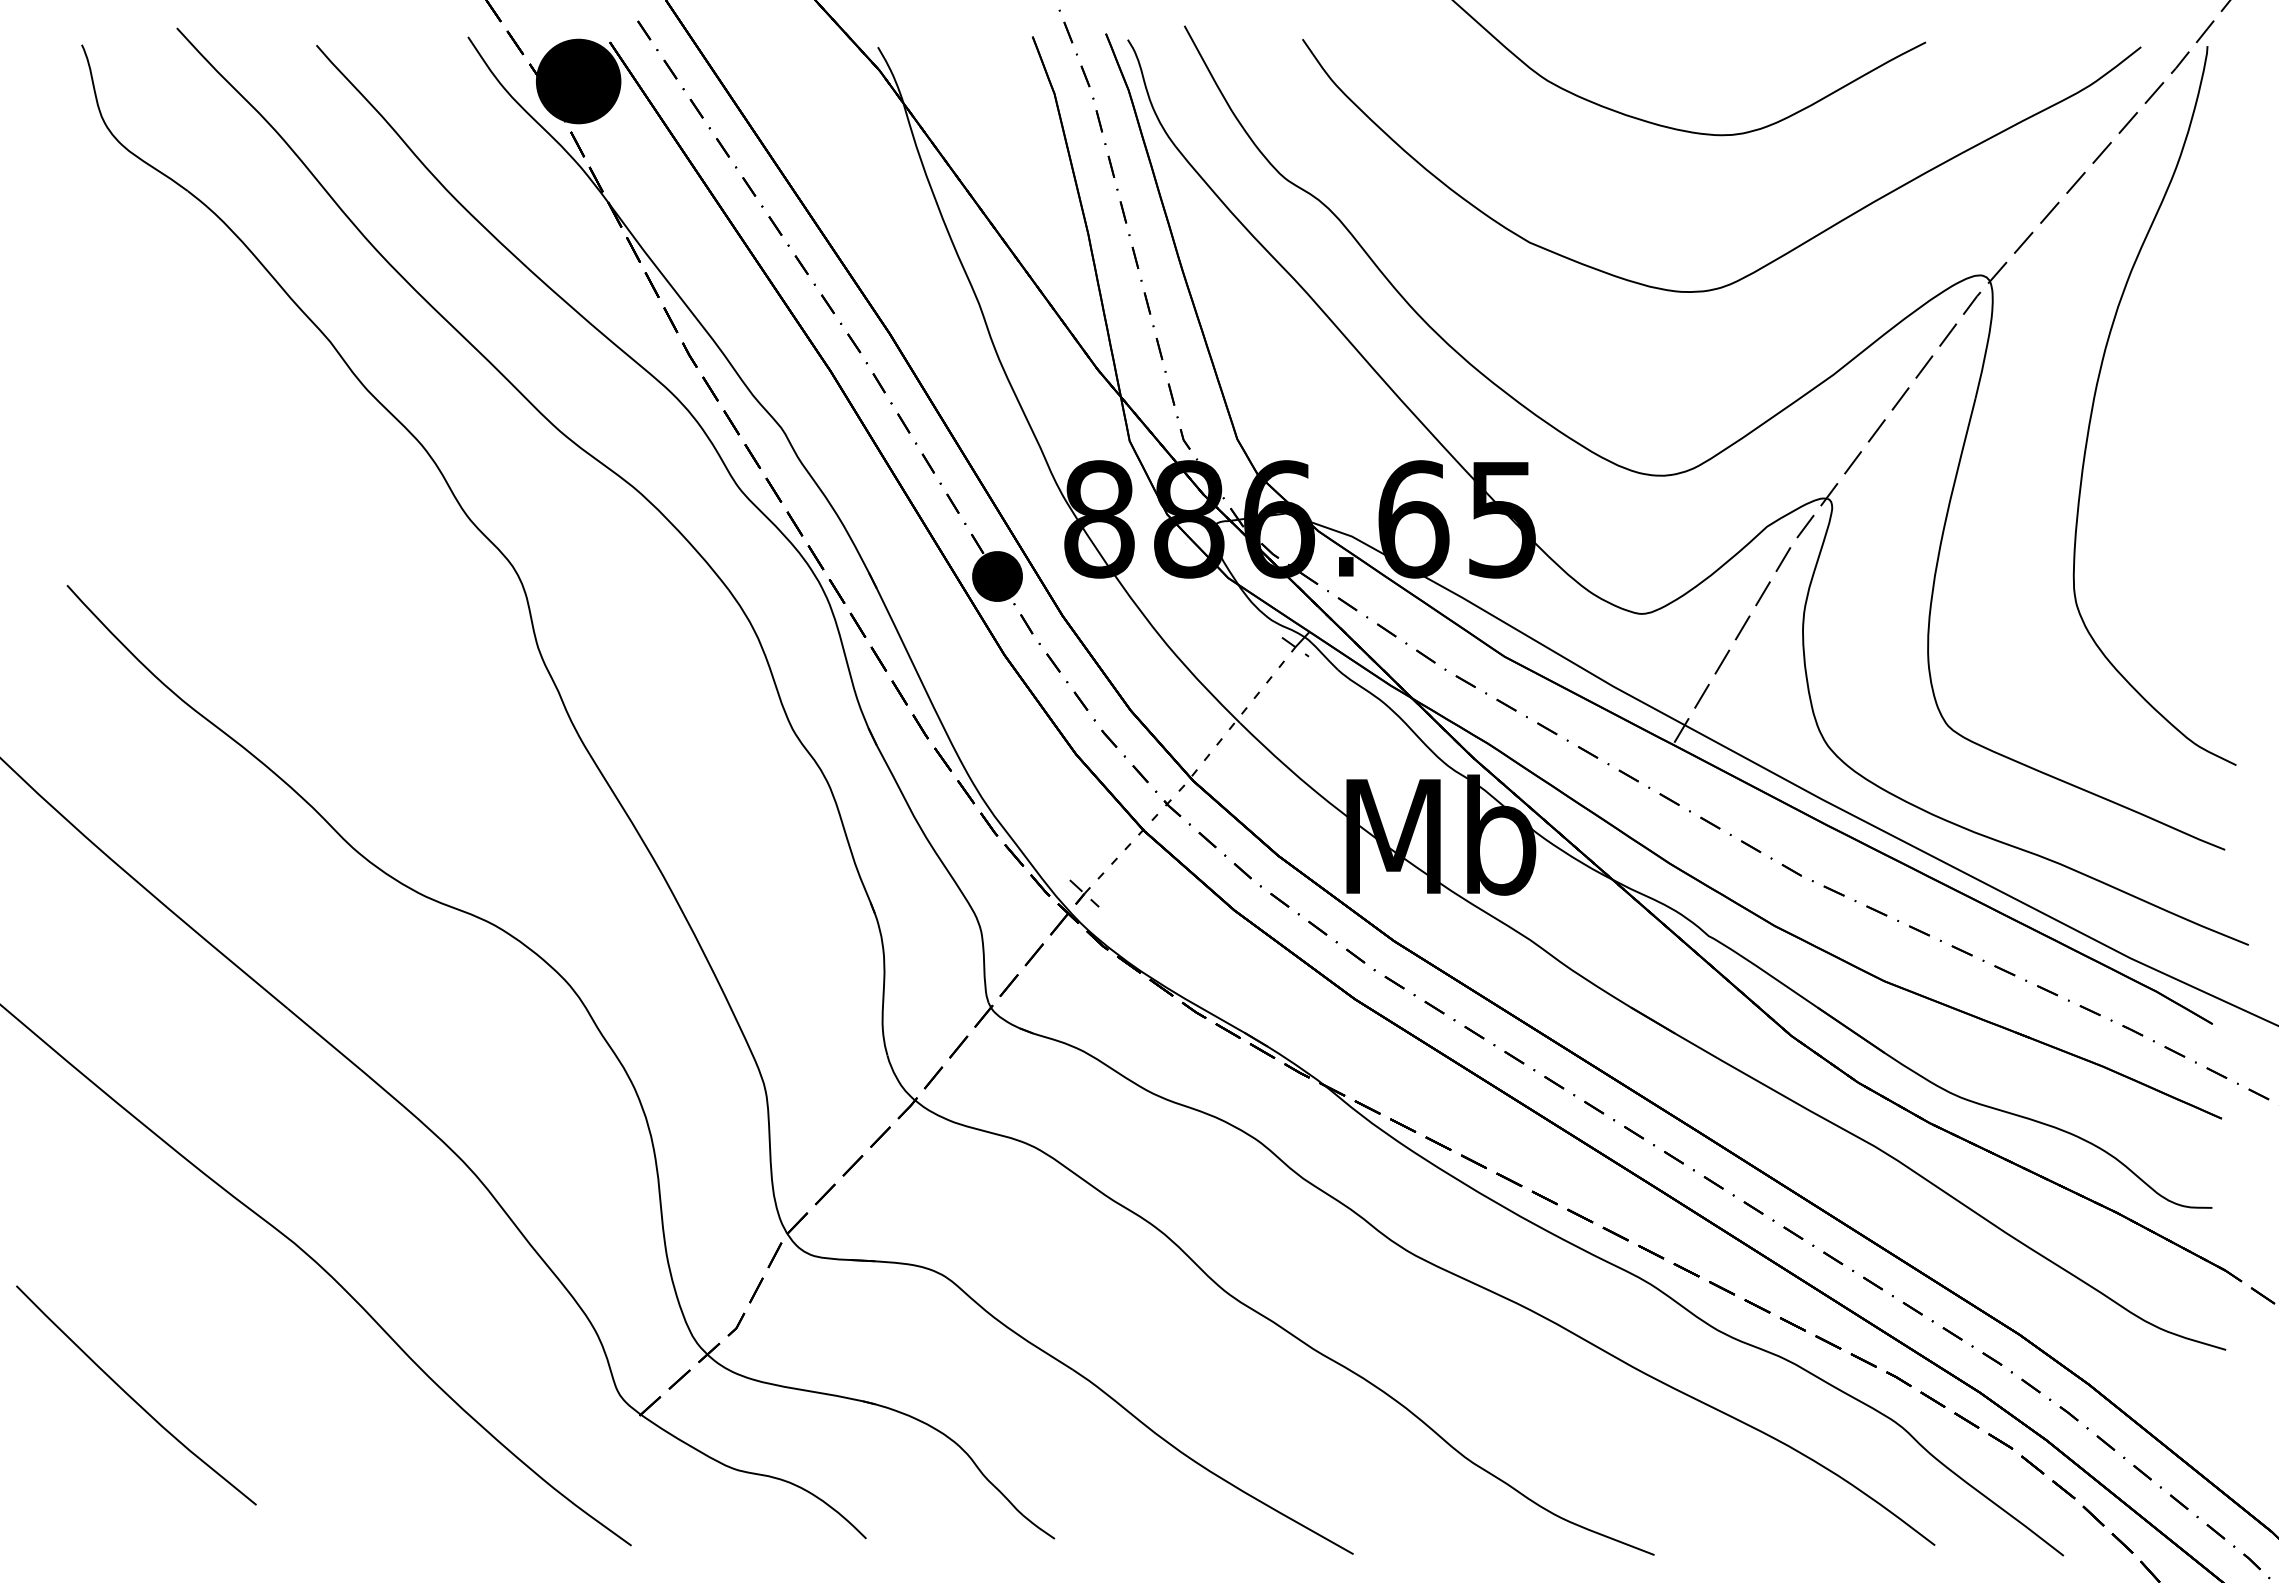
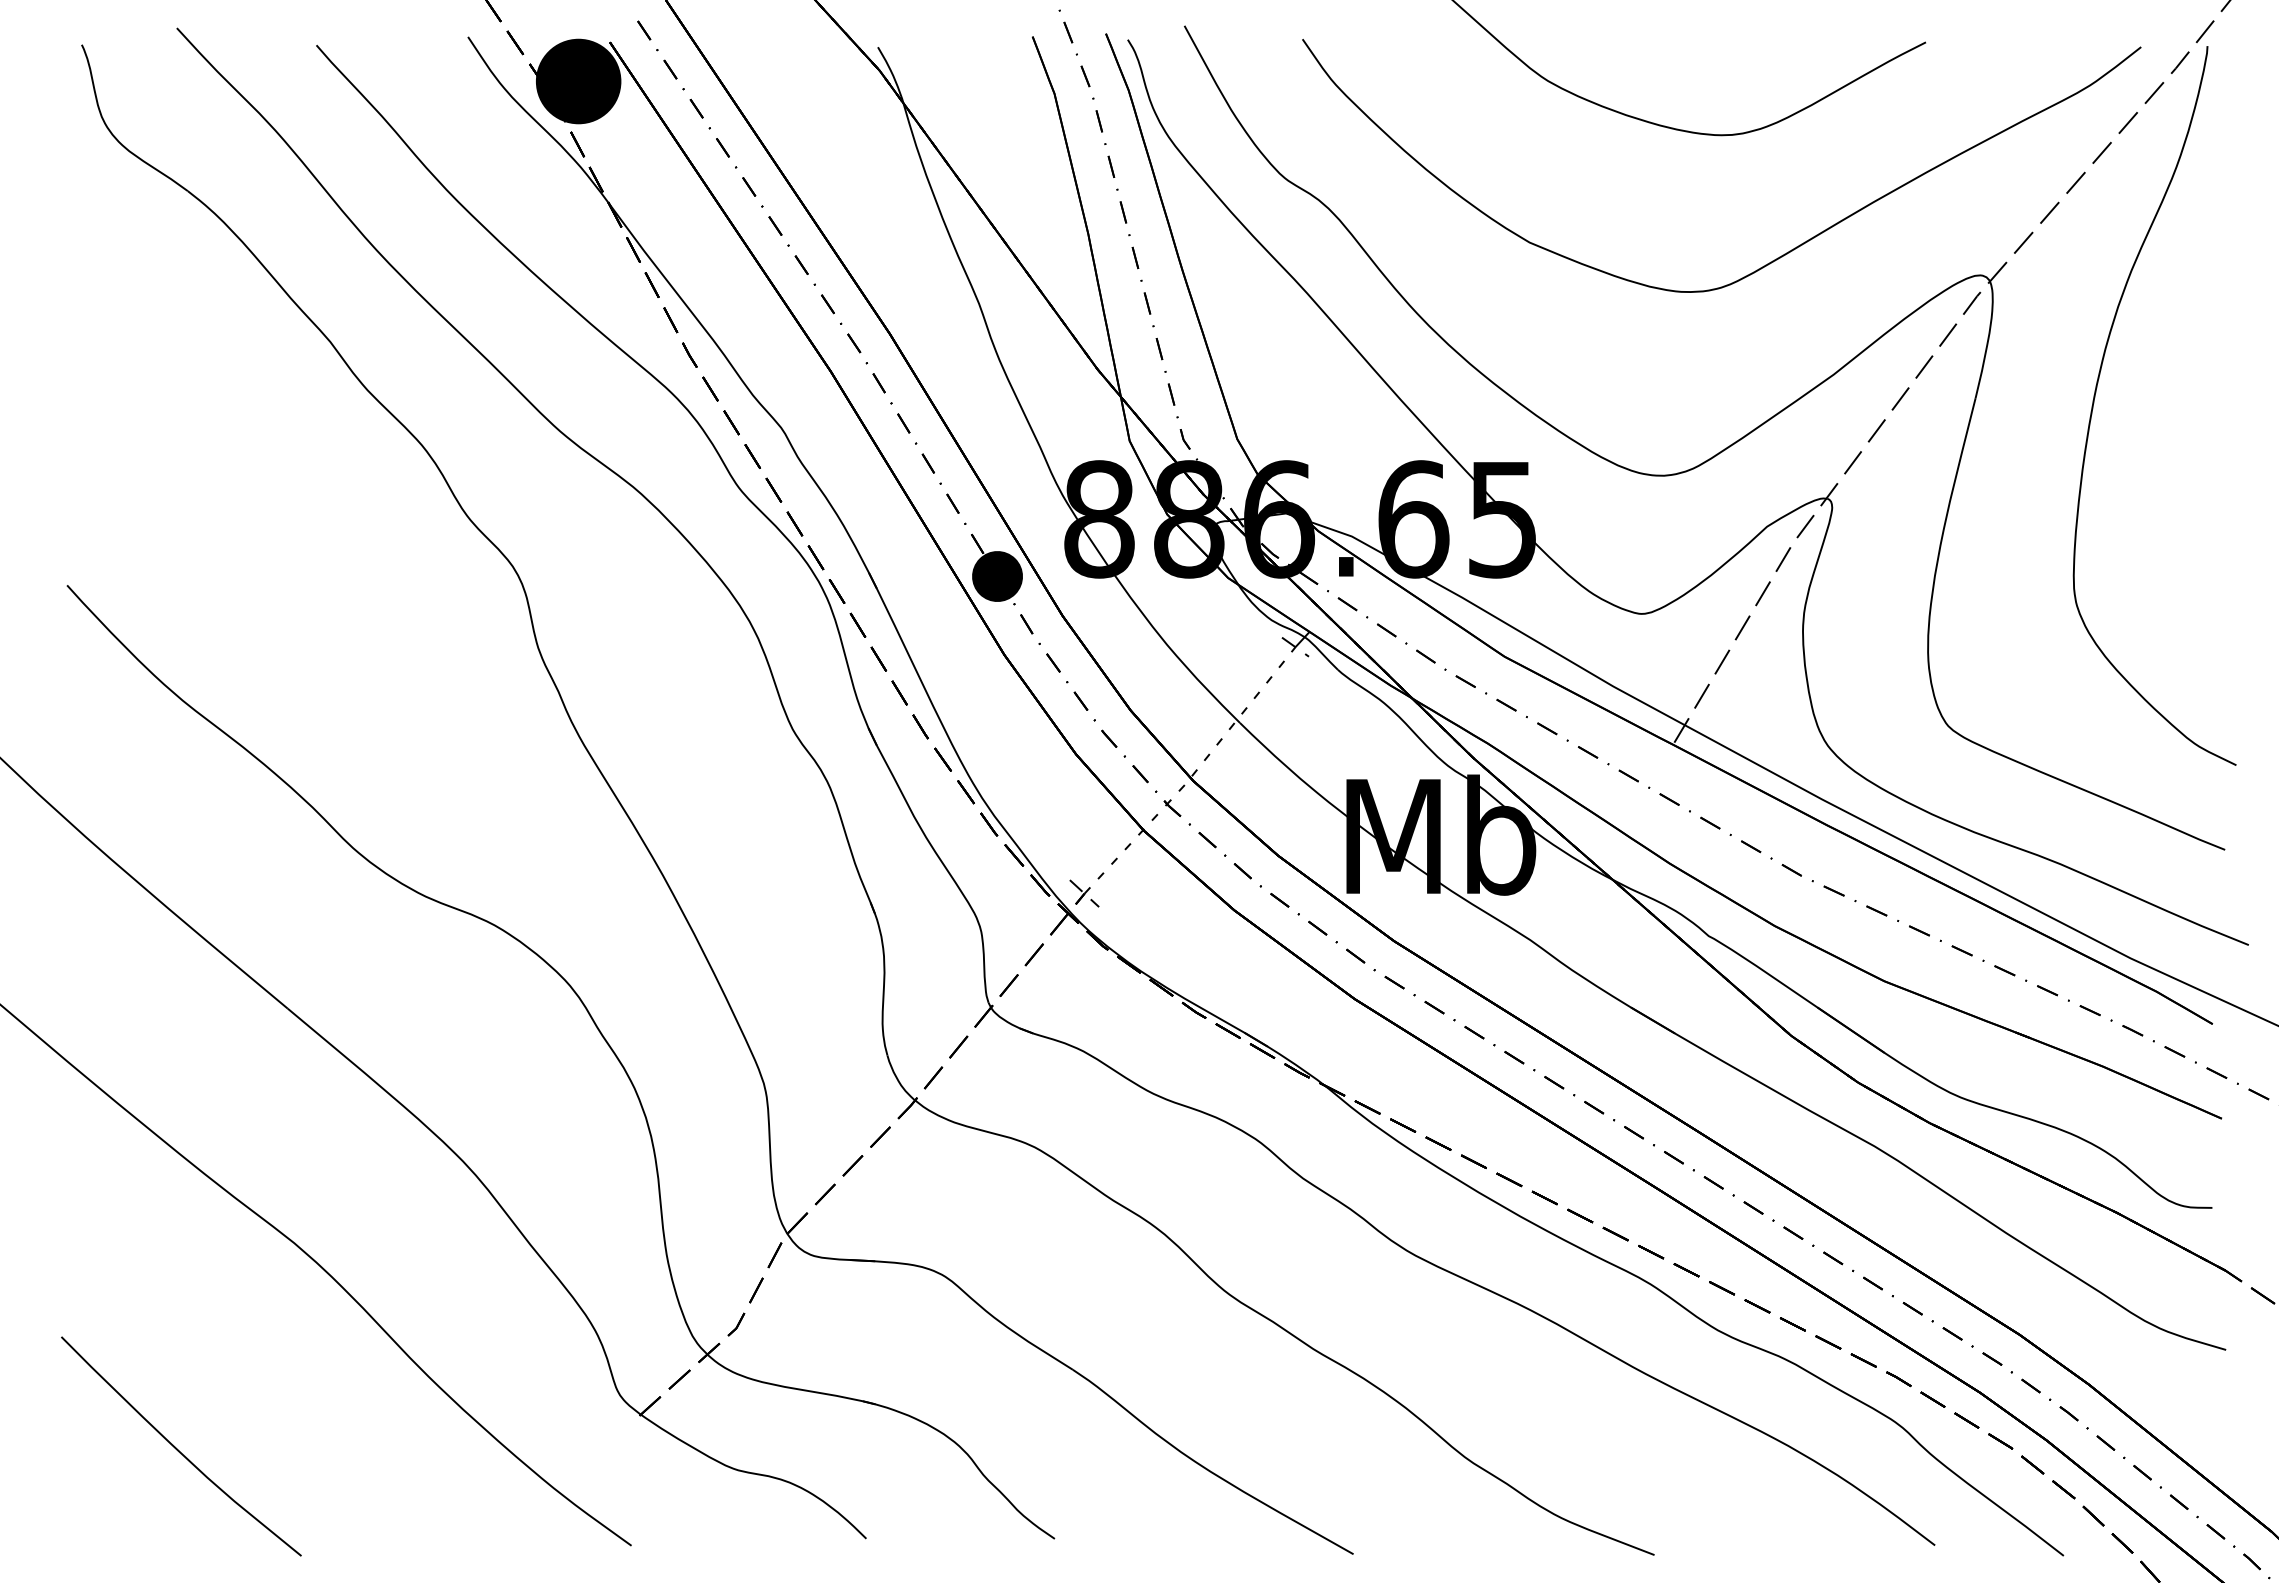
curve at (133, 1398) position: (133, 1398) -> (178, 1449)
